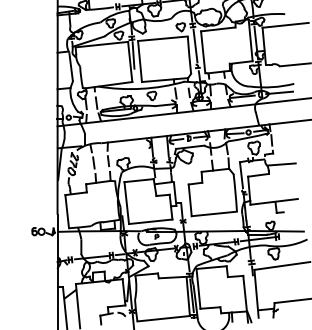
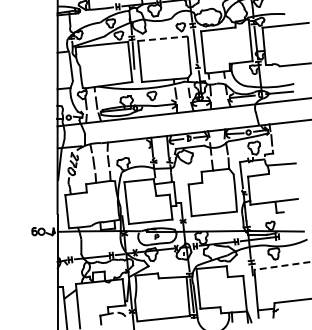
line at (162, 38): solid -> dashed
line at (281, 266): solid -> dashed
